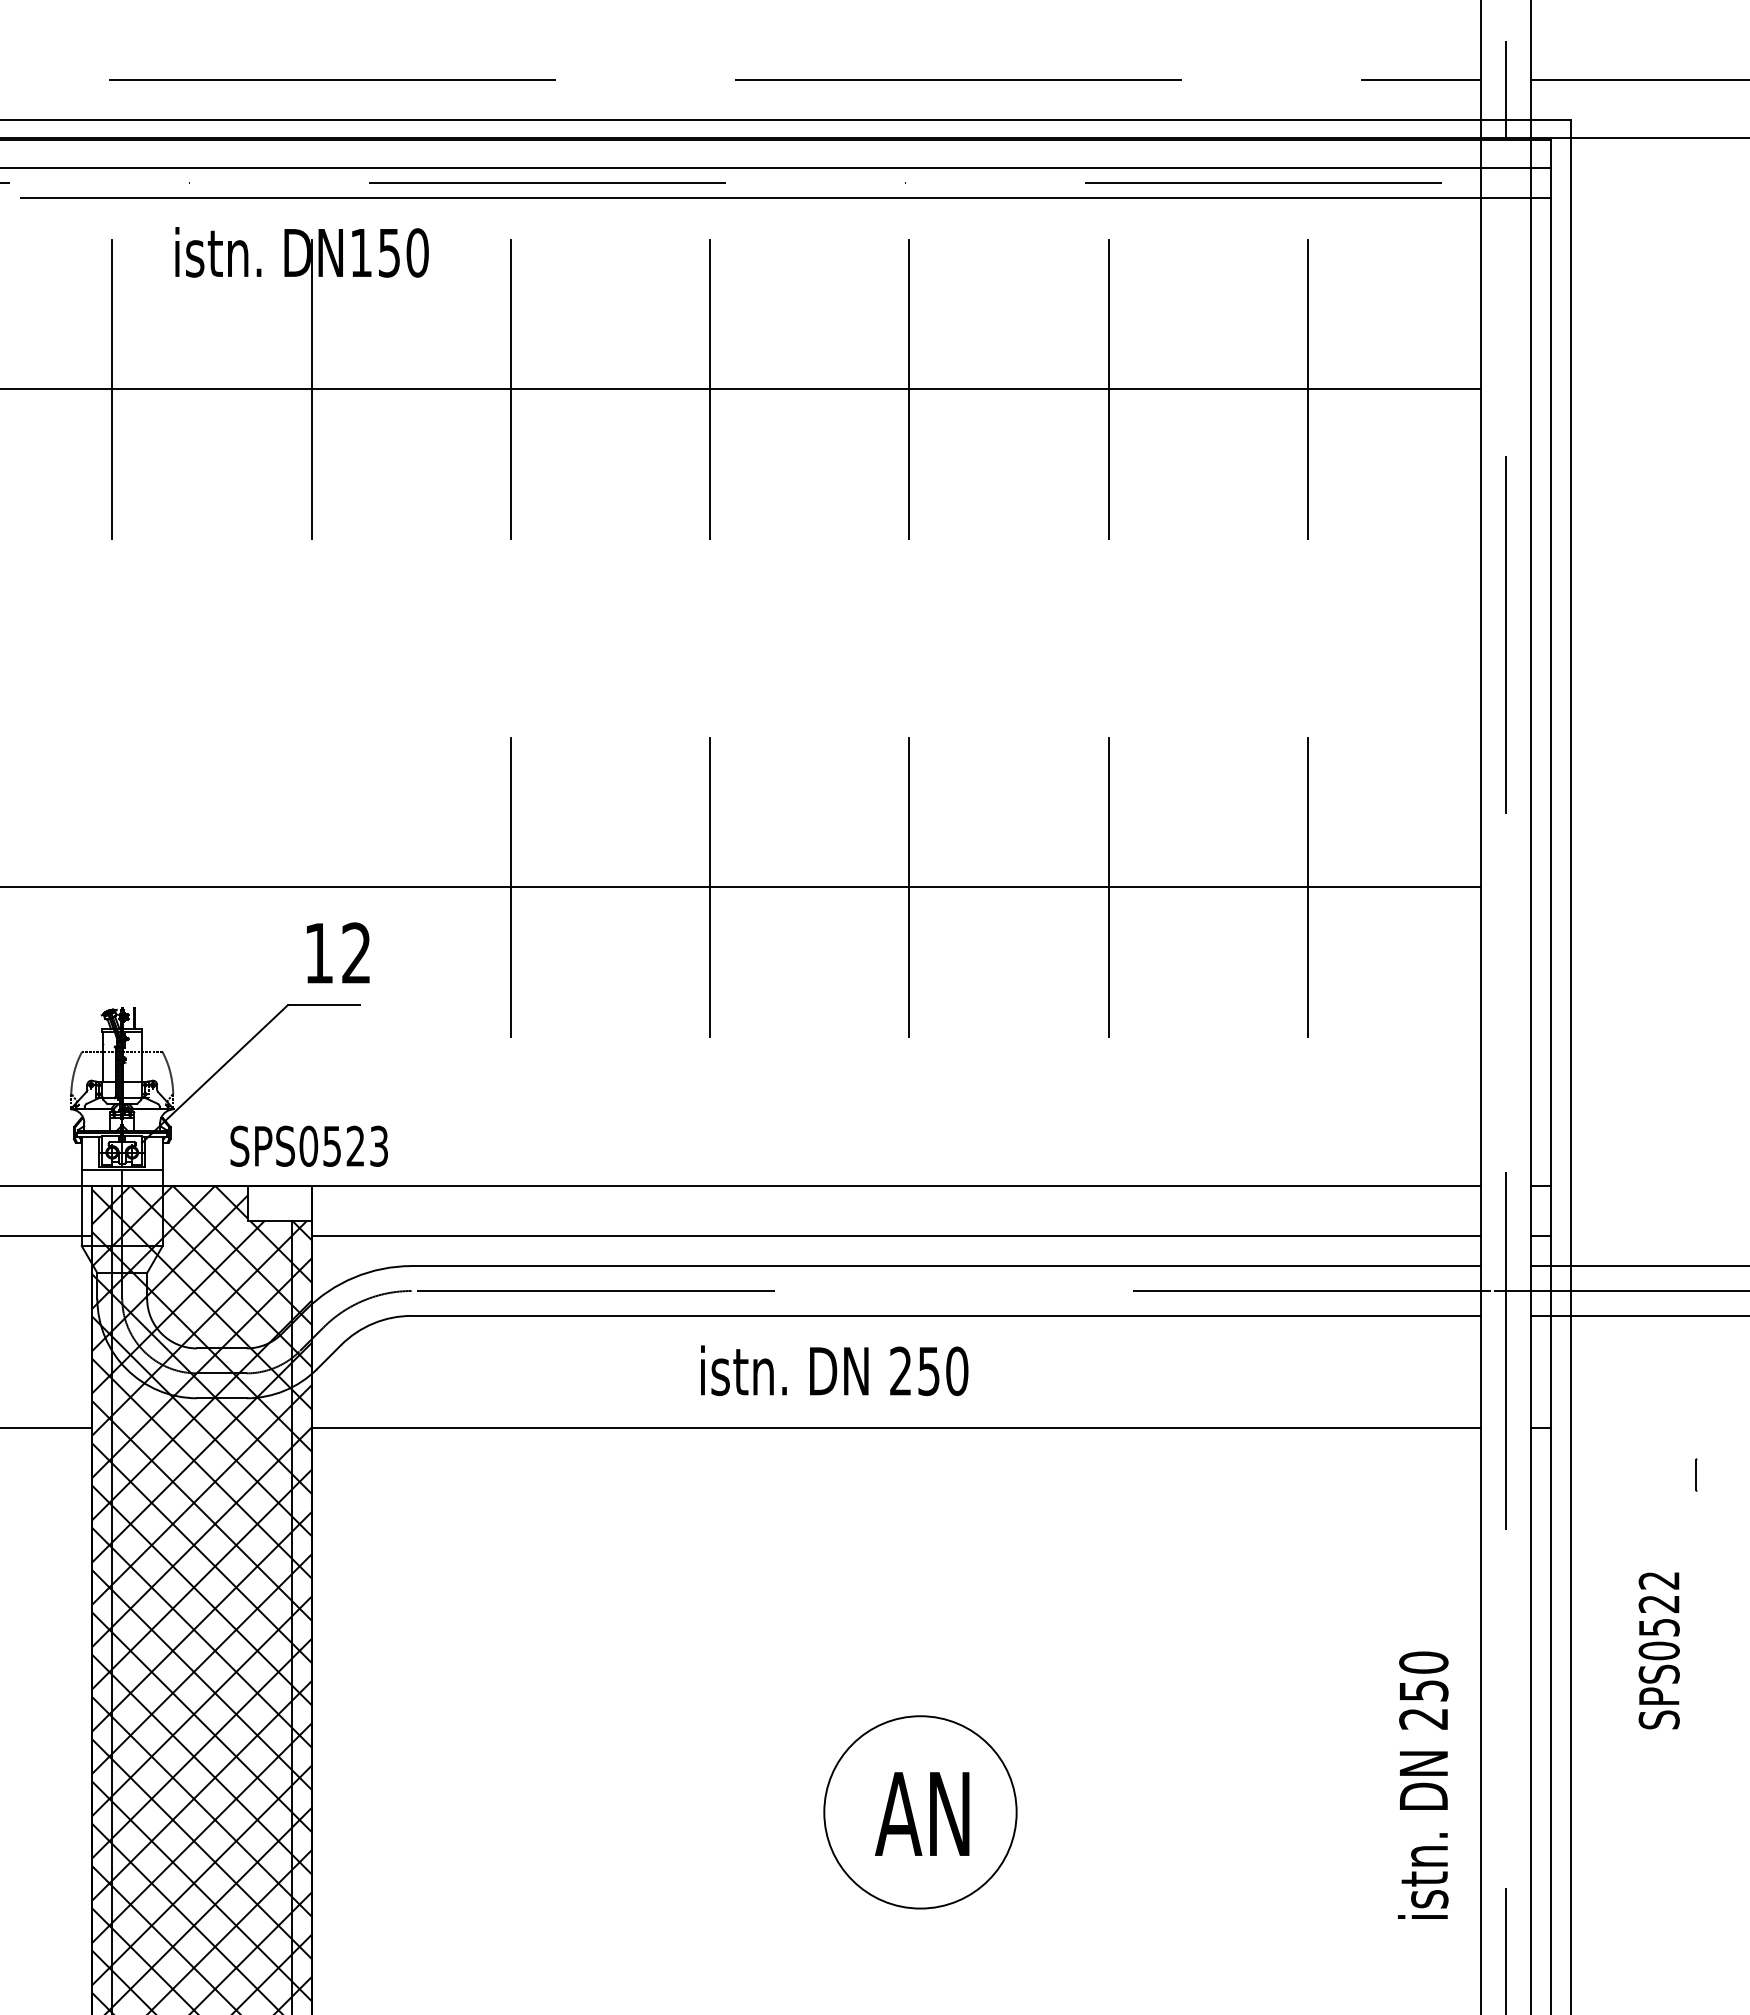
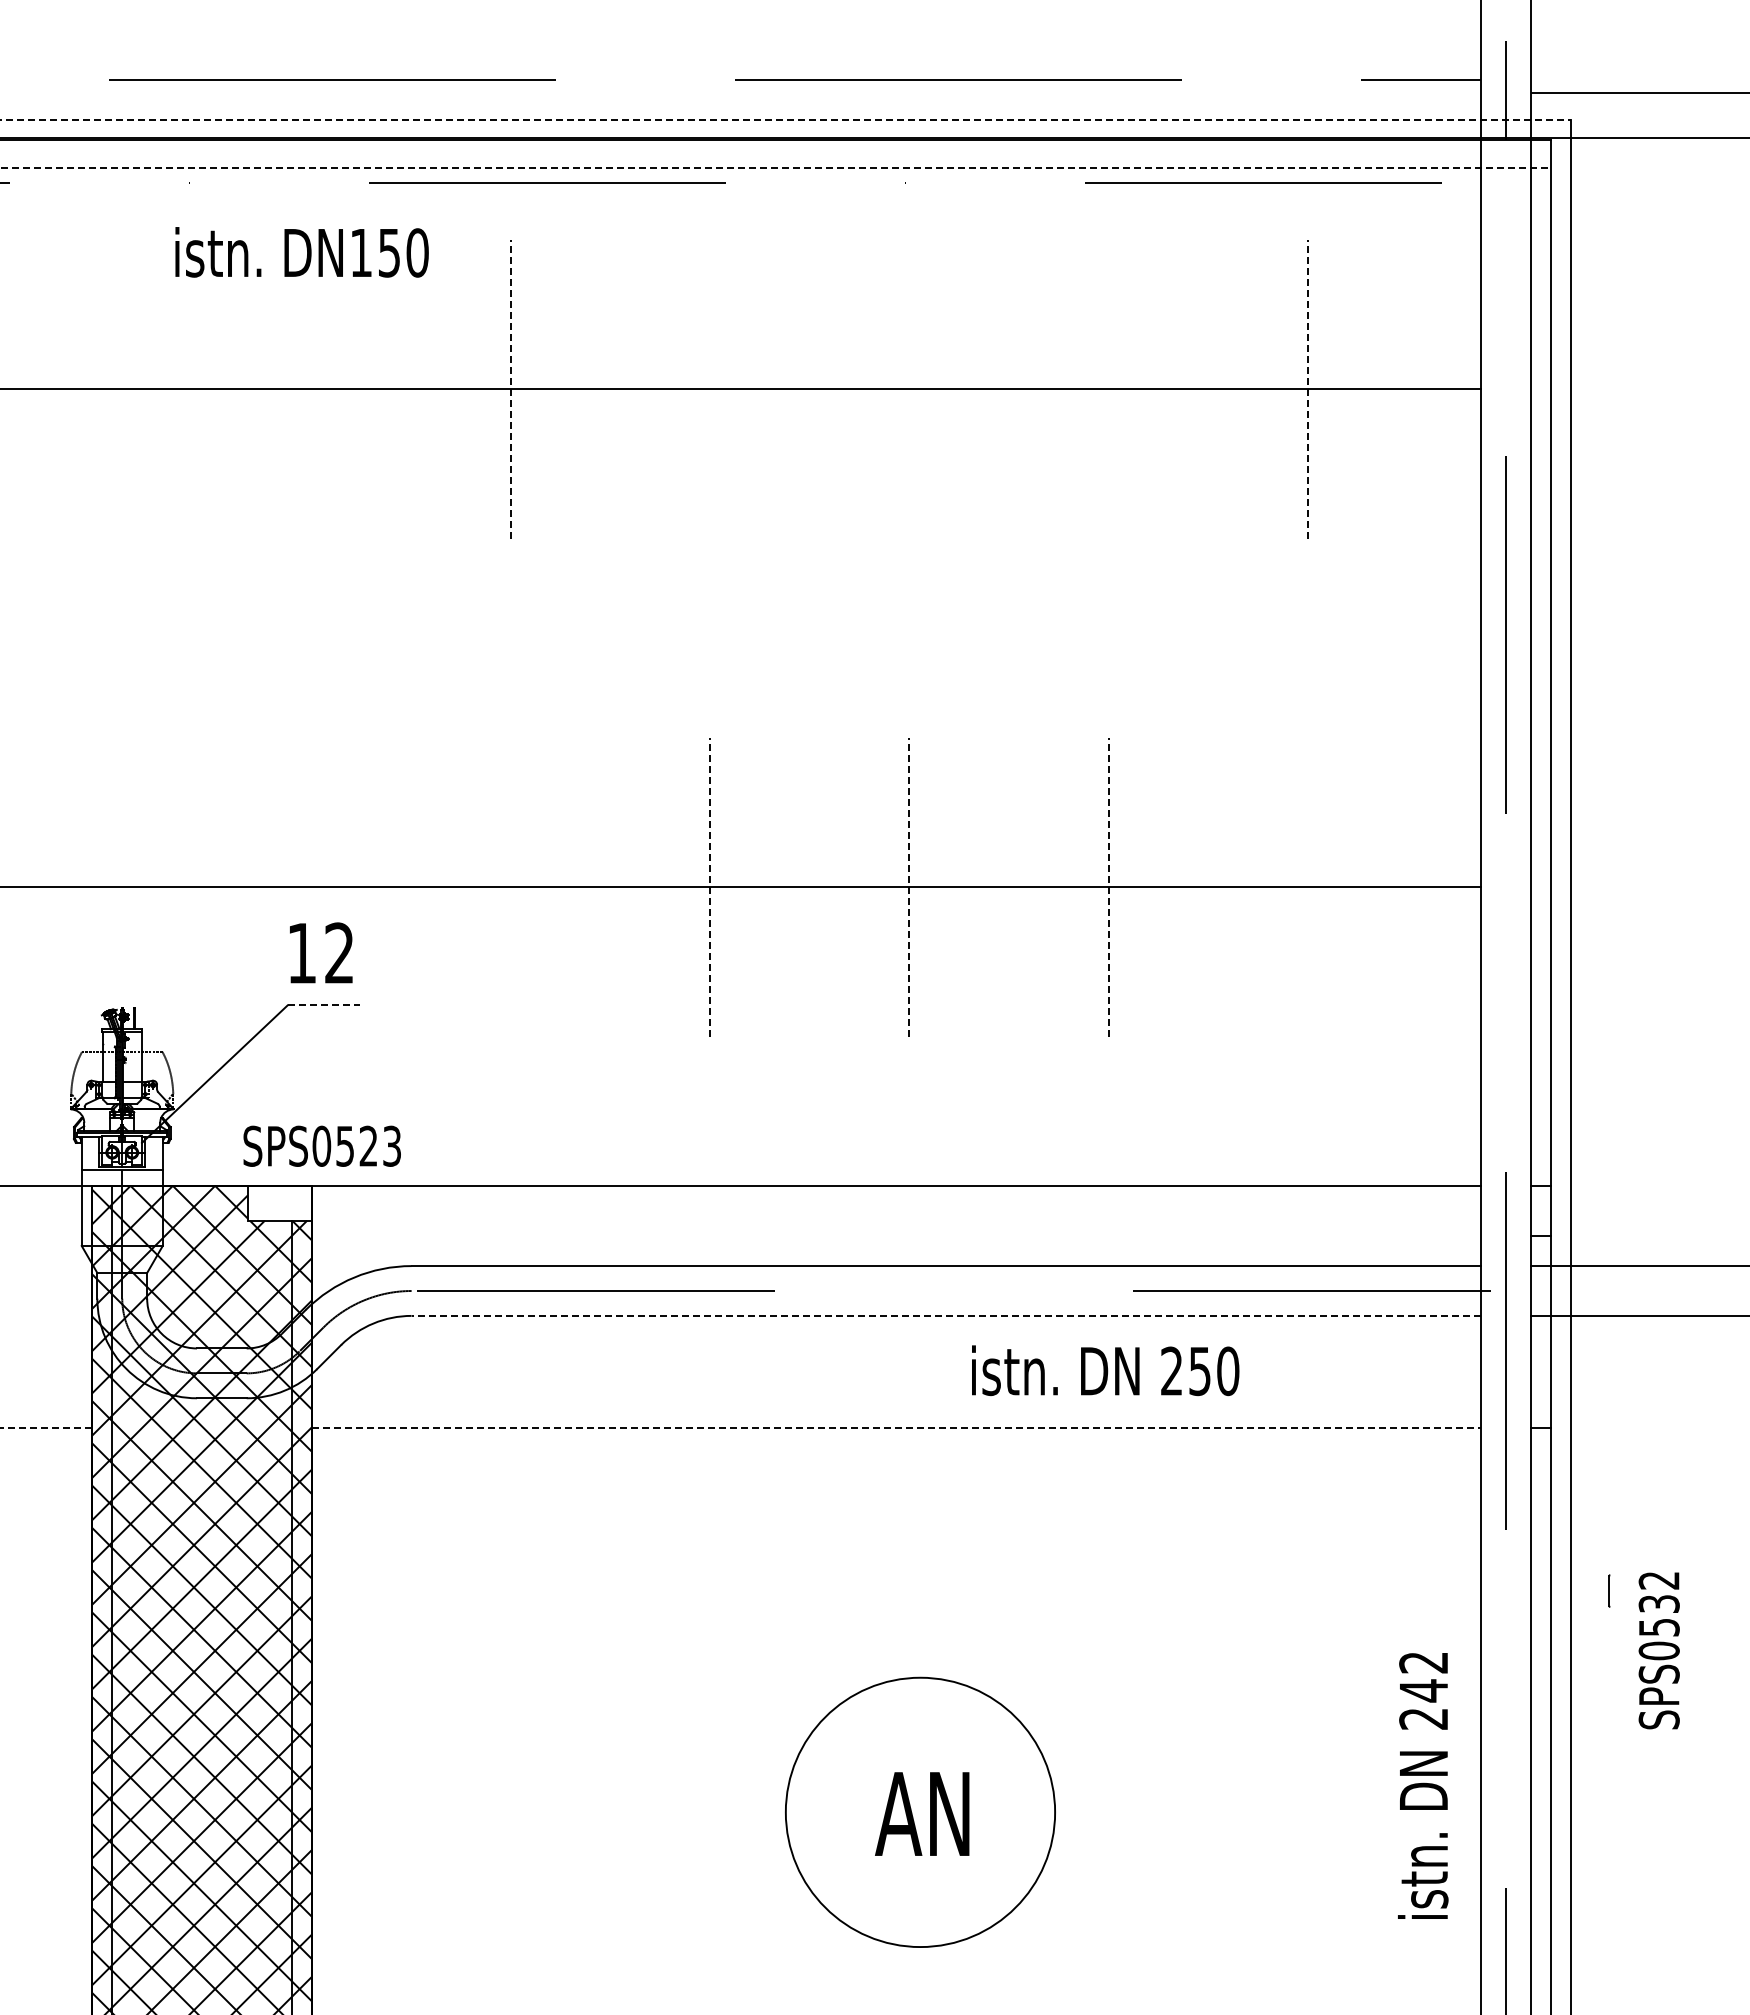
line at (1638, 80) position: (1638, 80) -> (1638, 93)
line at (786, 120): solid -> dashed
line at (776, 168): solid -> dashed
line at (785, 198): present -> none
line at (112, 388): present -> none
line at (311, 388): present -> none
line at (510, 388): solid -> dashed
line at (710, 388): present -> none
line at (909, 388): present -> none
line at (1108, 388): present -> none
line at (1307, 388): solid -> dashed
line at (710, 886): solid -> dashed
line at (909, 886): solid -> dashed
line at (1108, 886): solid -> dashed
line at (510, 887): present -> none
line at (1307, 887): present -> none
text at (338, 952) position: (338, 952) -> (321, 952)
line at (323, 1005): solid -> dashed
text at (308, 1145) position: (308, 1145) -> (321, 1145)
line at (47, 1236): present -> none
line at (896, 1236): present -> none
line at (1620, 1291): present -> none
line at (946, 1315): solid -> dashed
text at (834, 1370) position: (834, 1370) -> (1105, 1370)
line at (46, 1427): solid -> dashed
line at (896, 1427): solid -> dashed
line at (1696, 1474) position: (1696, 1474) -> (1609, 1590)
text at (1659, 1604): SPS0522 -> SPS0532
text at (1423, 1676): 250 -> 242
circle at (920, 1812) diameter: 192 px -> 269 px
